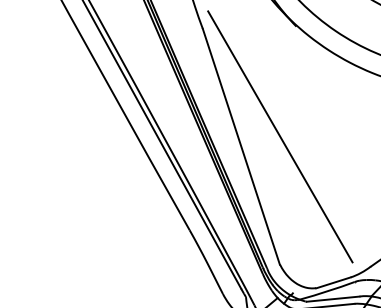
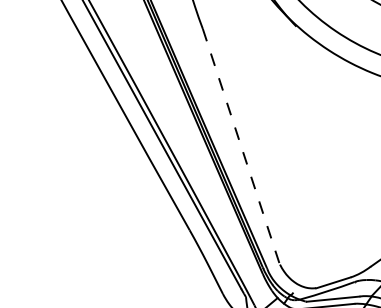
line at (280, 136): present -> none
line at (241, 146): solid -> dashed
